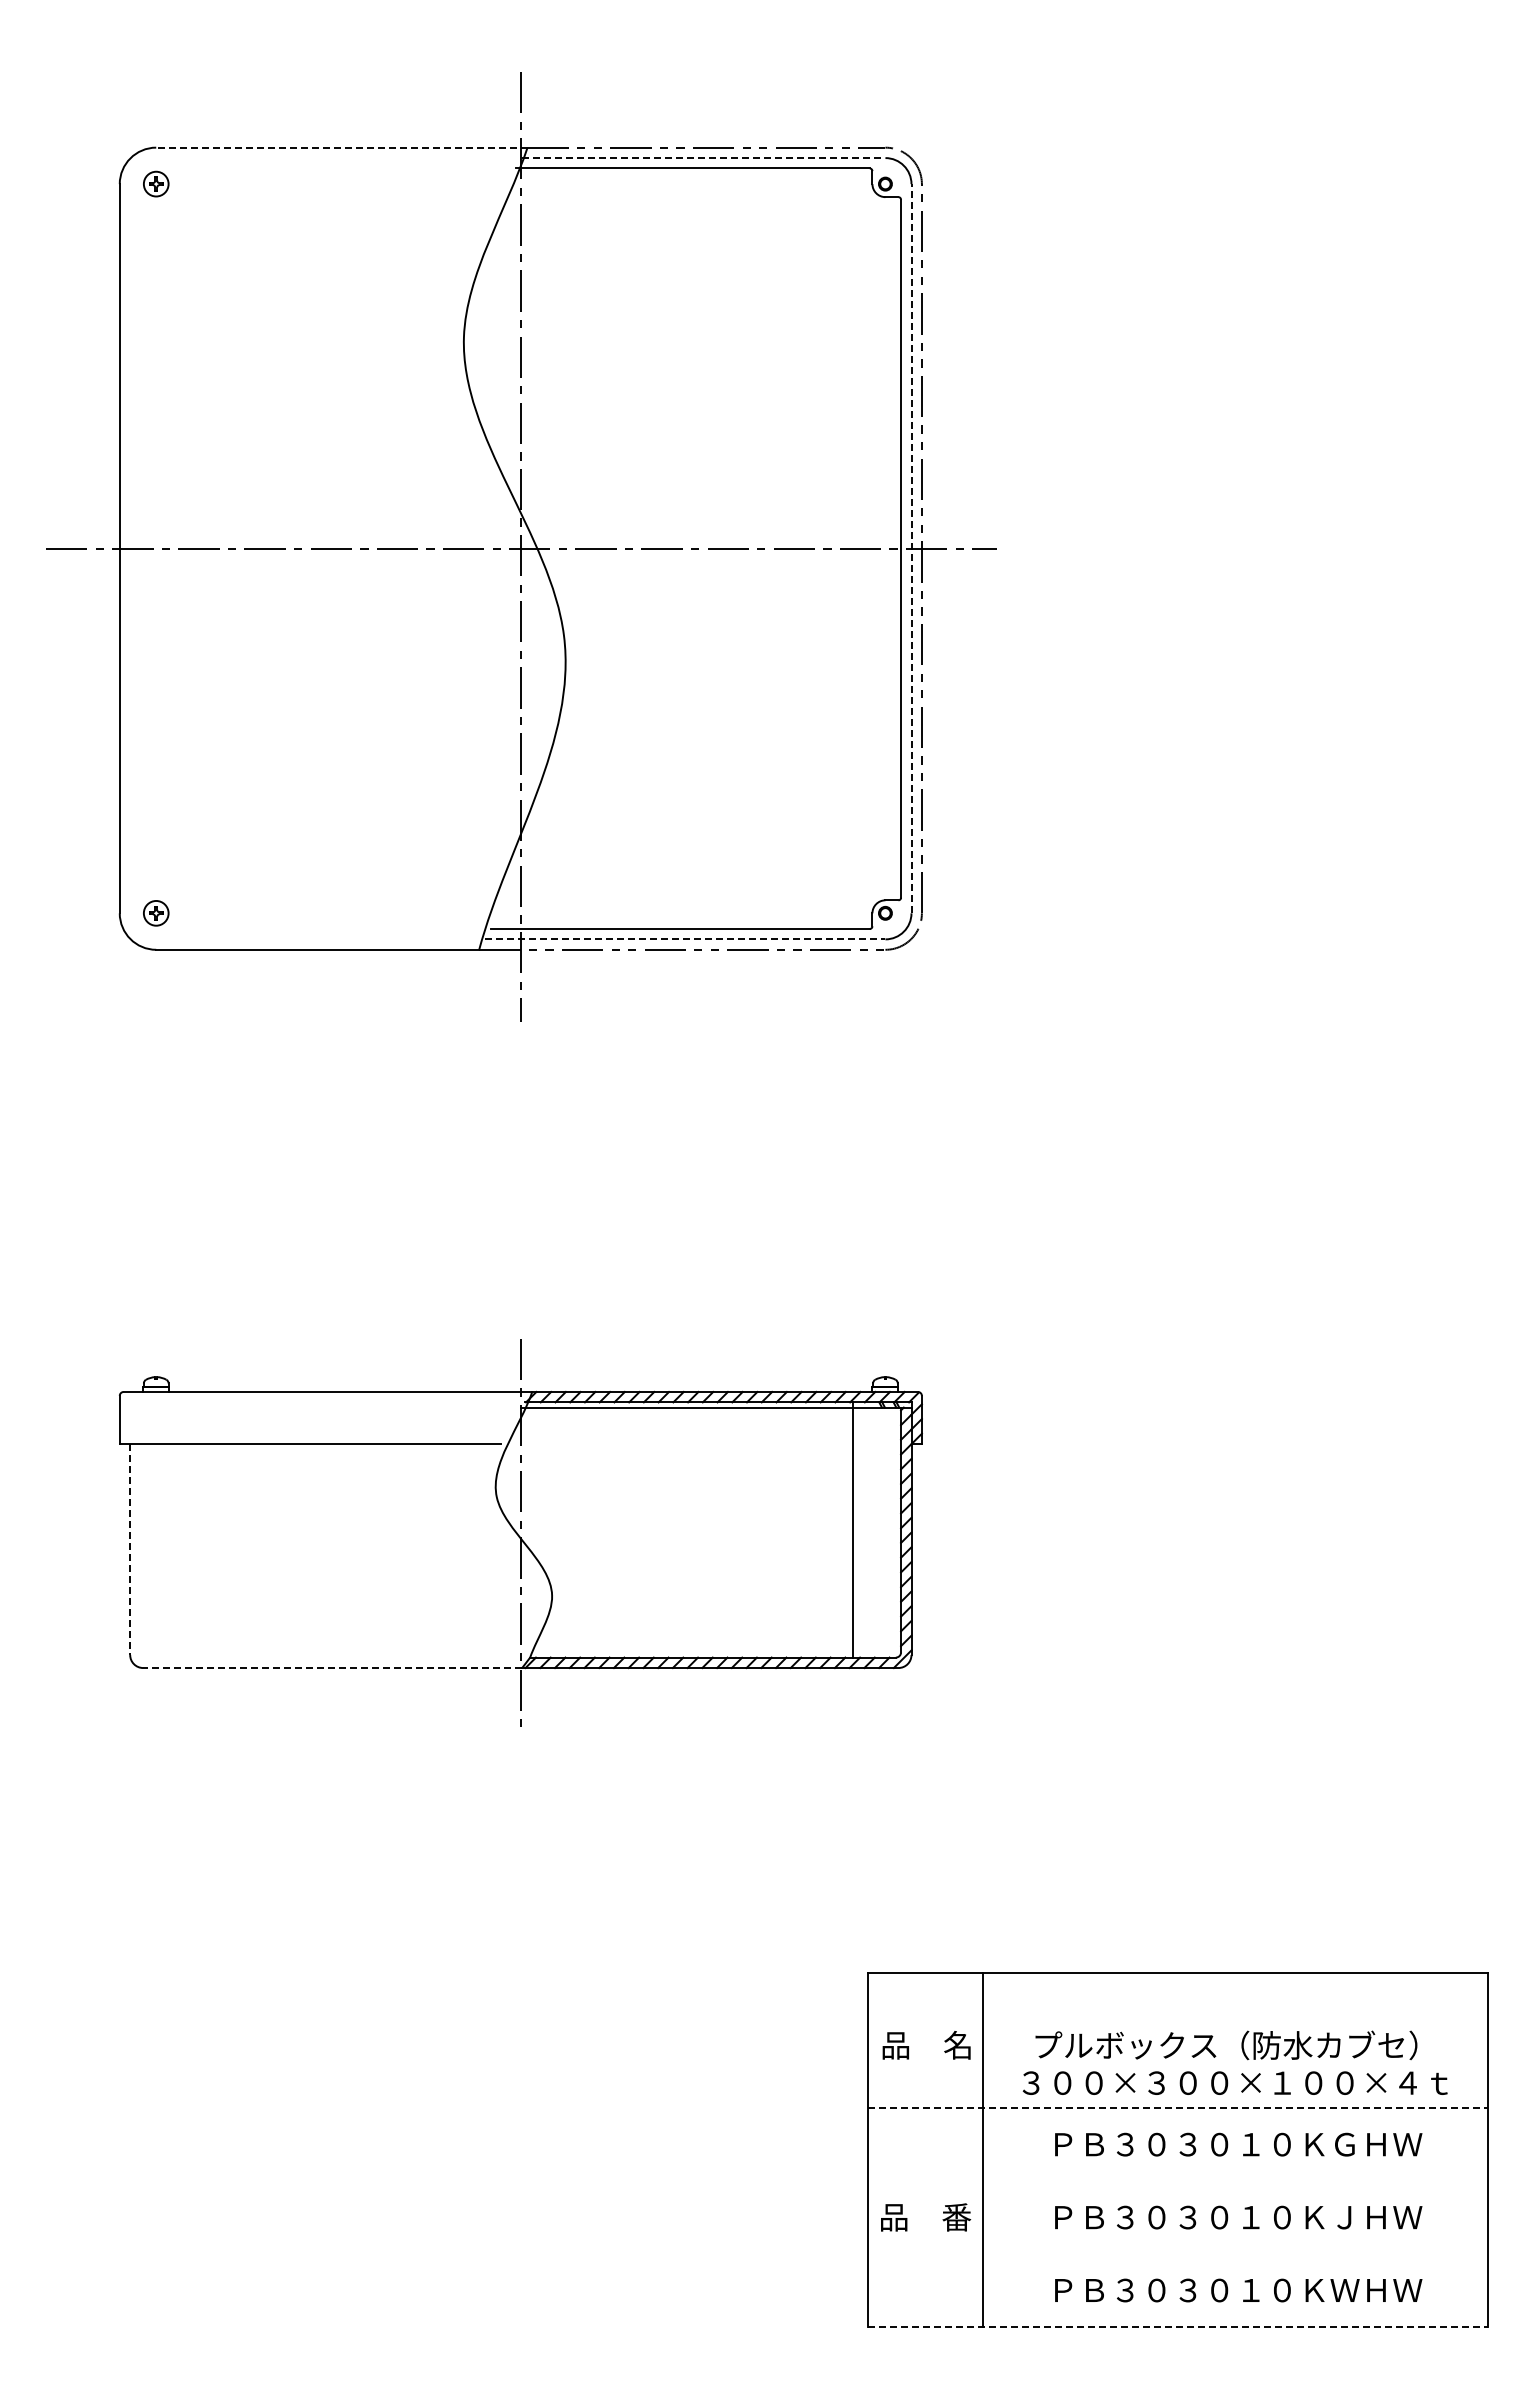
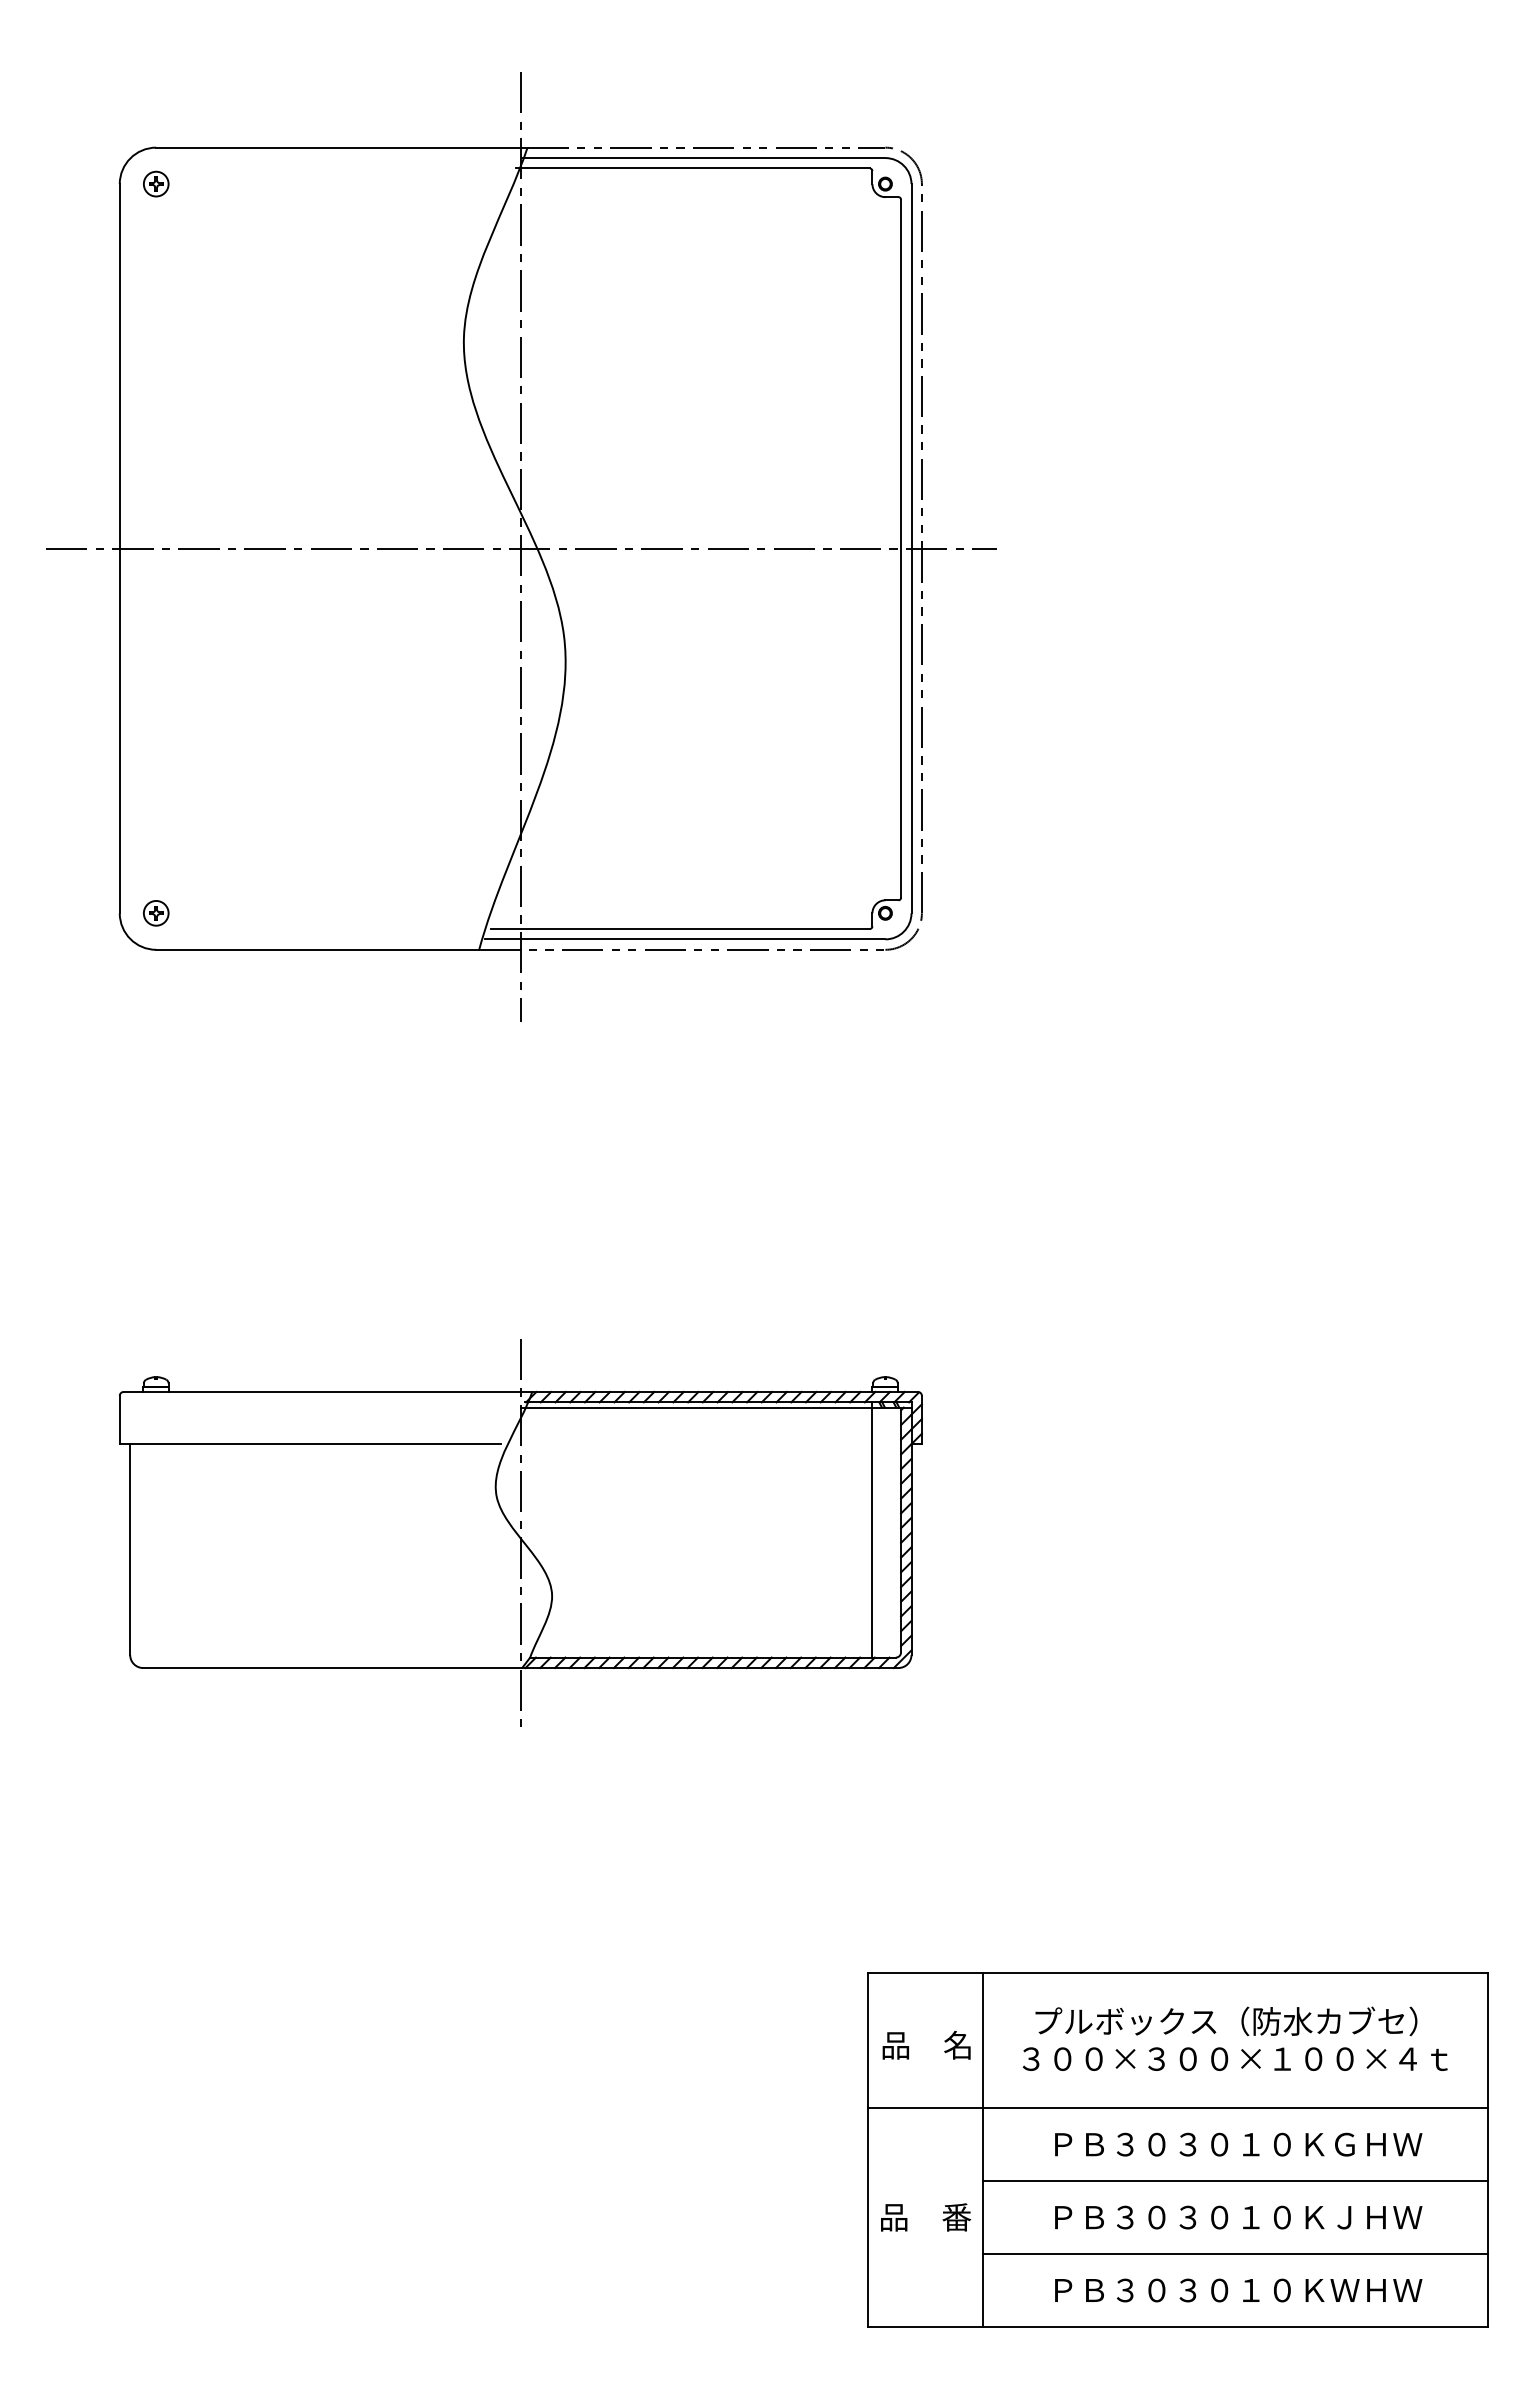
line at (341, 147): dashed -> solid
line at (703, 158): dashed -> solid
line at (911, 548): dashed -> solid
line at (685, 939): dashed -> solid
line at (853, 1529) position: (853, 1529) -> (872, 1529)
line at (130, 1550): dashed -> solid
line at (332, 1668): dashed -> solid
text at (1234, 2062) position: (1234, 2062) -> (1234, 2038)
line at (1178, 2108): dashed -> solid
line at (1234, 2181): none -> present
line at (1234, 2254): none -> present
line at (1178, 2327): dashed -> solid
